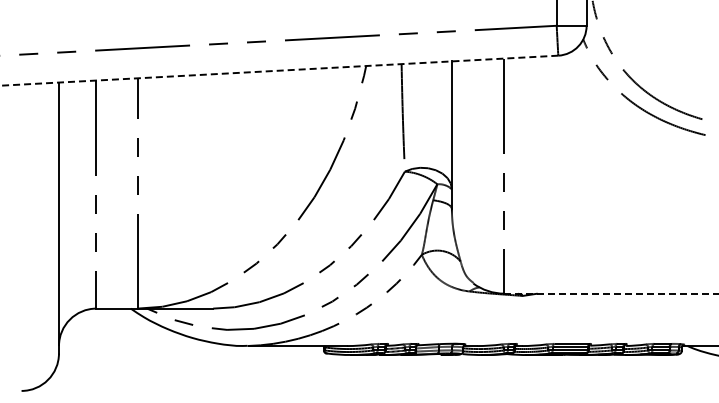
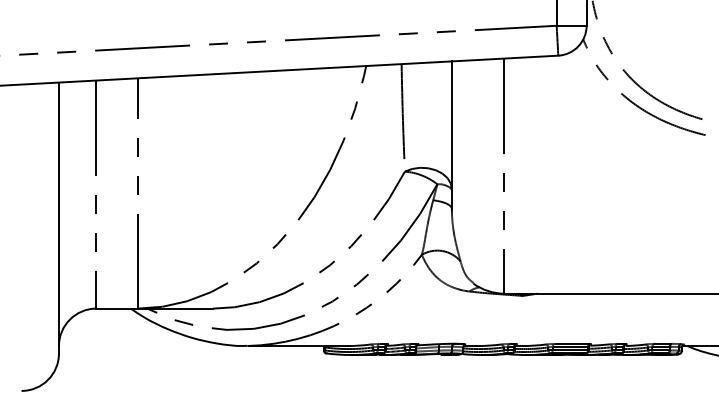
line at (278, 70): dashed -> solid
line at (611, 293): dashed -> solid
